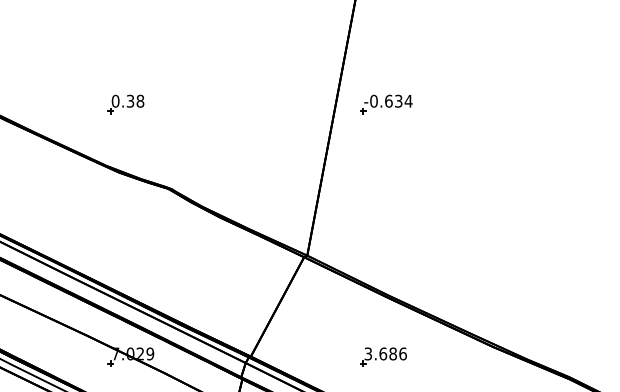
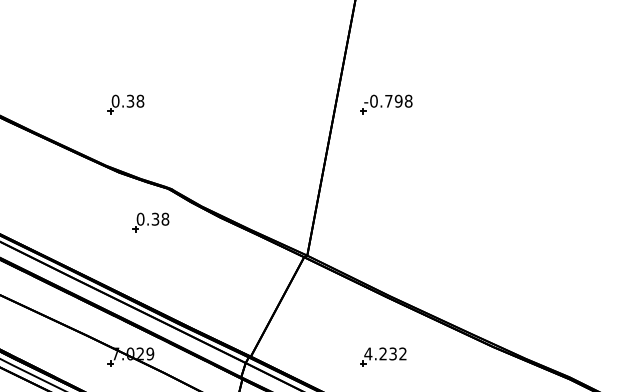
text at (398, 100): -0.634 -> -0.798
part at (150, 222): none -> present
text at (385, 353): 3.686 -> 4.232
